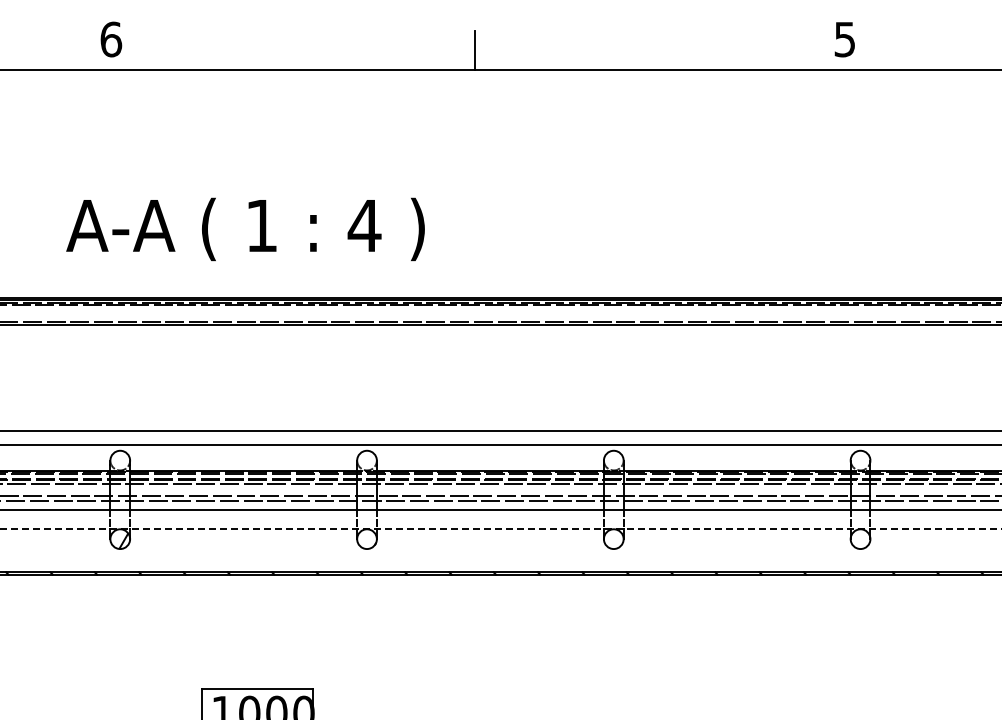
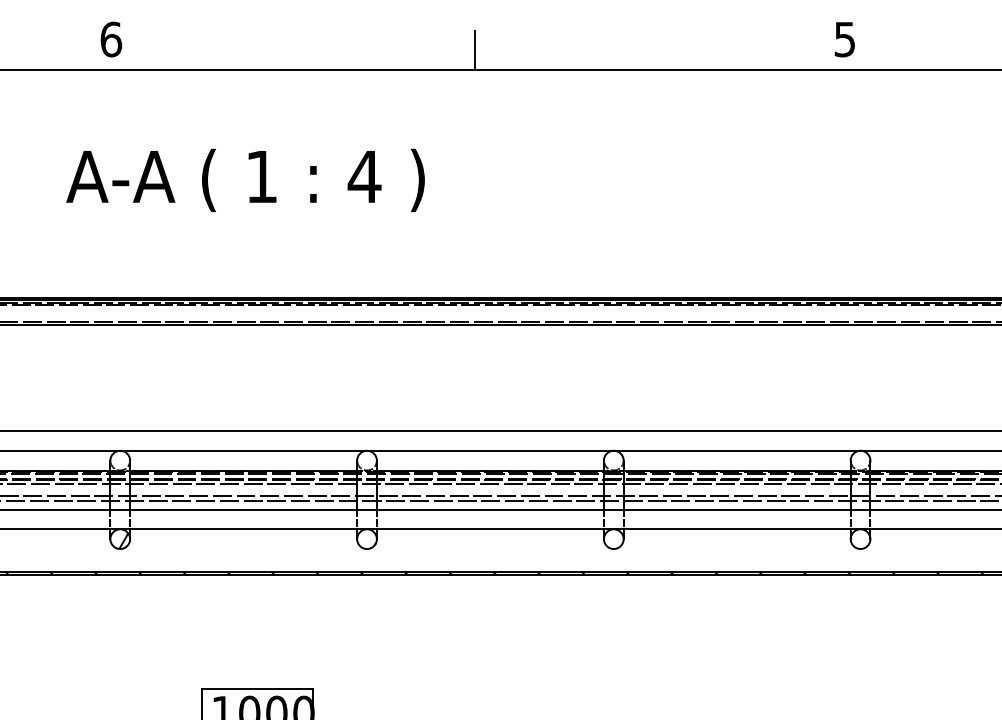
text at (245, 229) position: (245, 229) -> (245, 180)
line at (500, 444) position: (500, 444) -> (500, 450)
line at (500, 529): dashed -> solid
